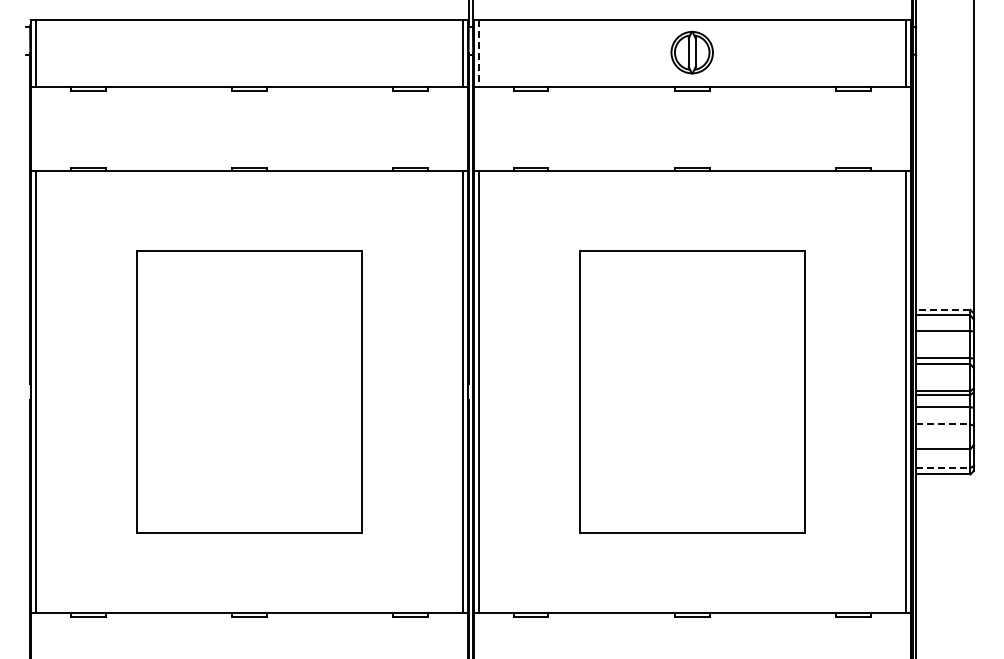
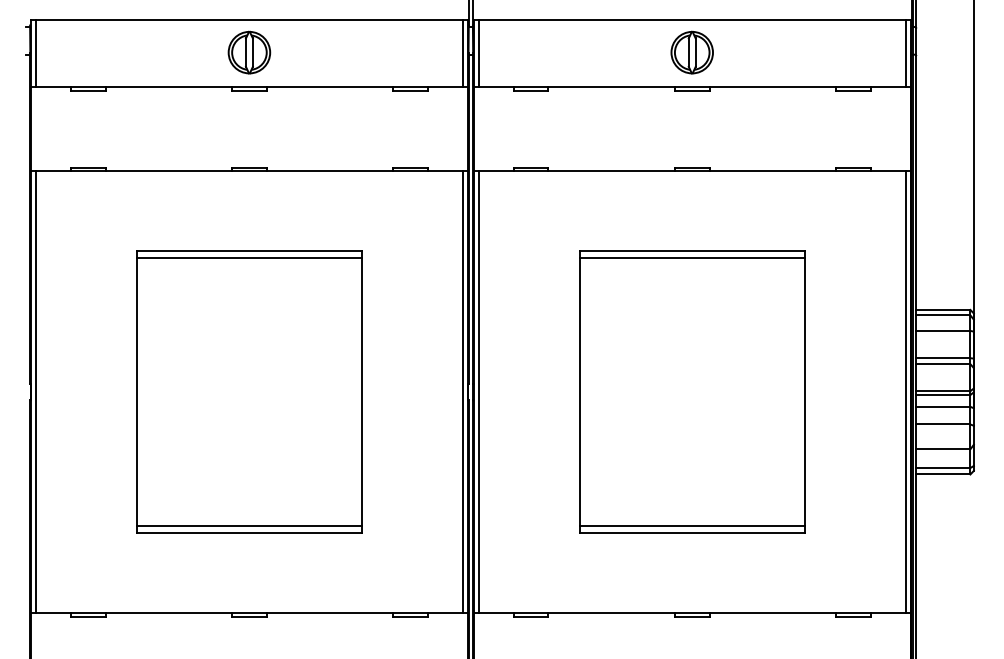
part at (249, 52): none -> present
line at (478, 53): dashed -> solid
line at (249, 257): none -> present
line at (691, 257): none -> present
line at (942, 309): dashed -> solid
line at (943, 424): dashed -> solid
line at (943, 468): dashed -> solid
line at (249, 526): none -> present
line at (691, 526): none -> present
